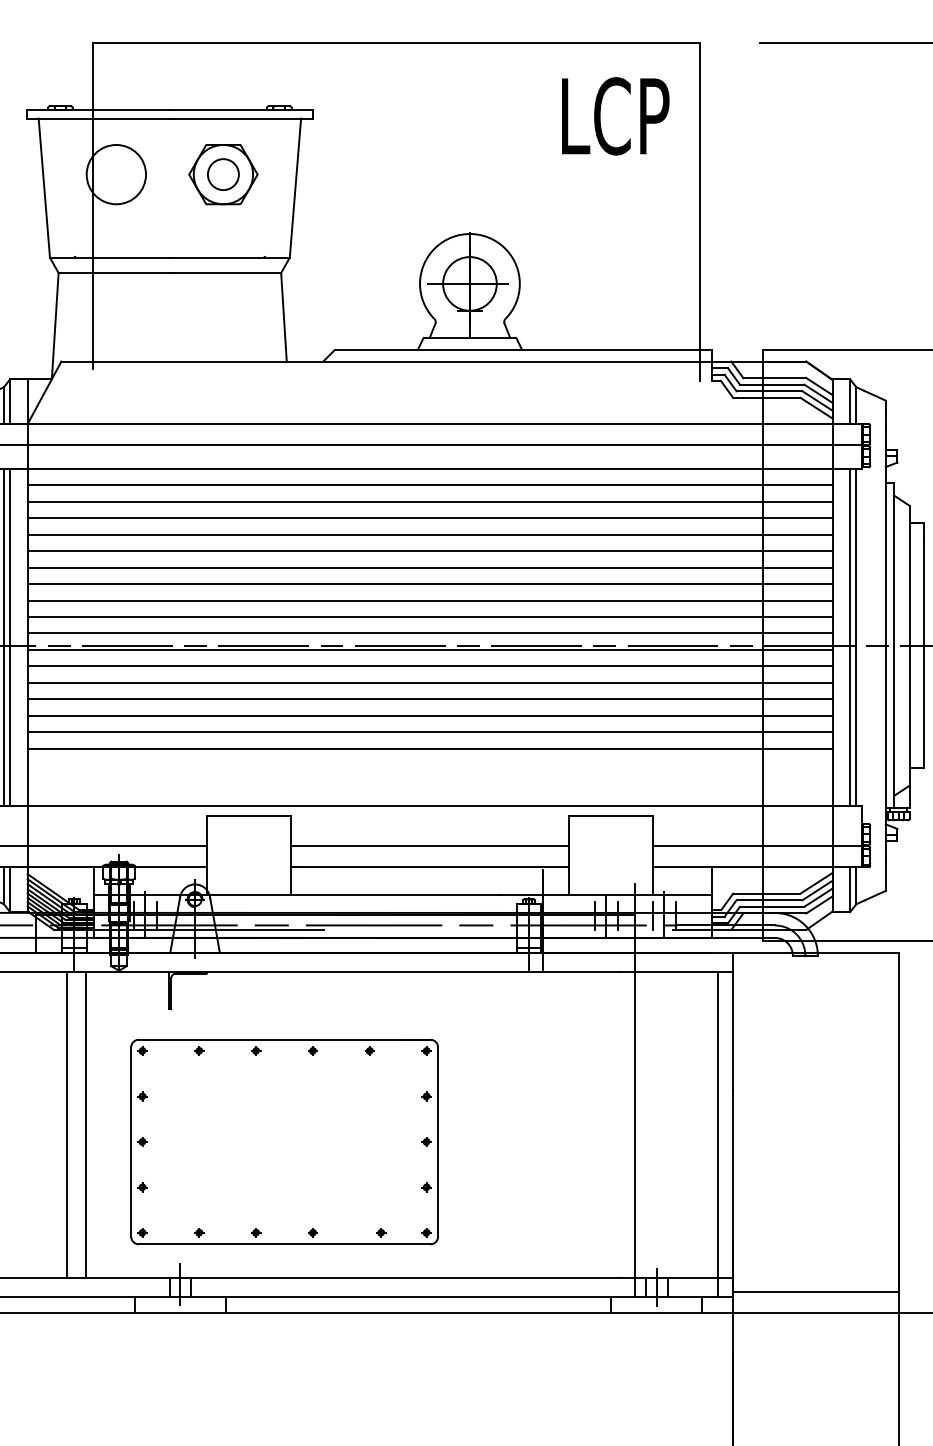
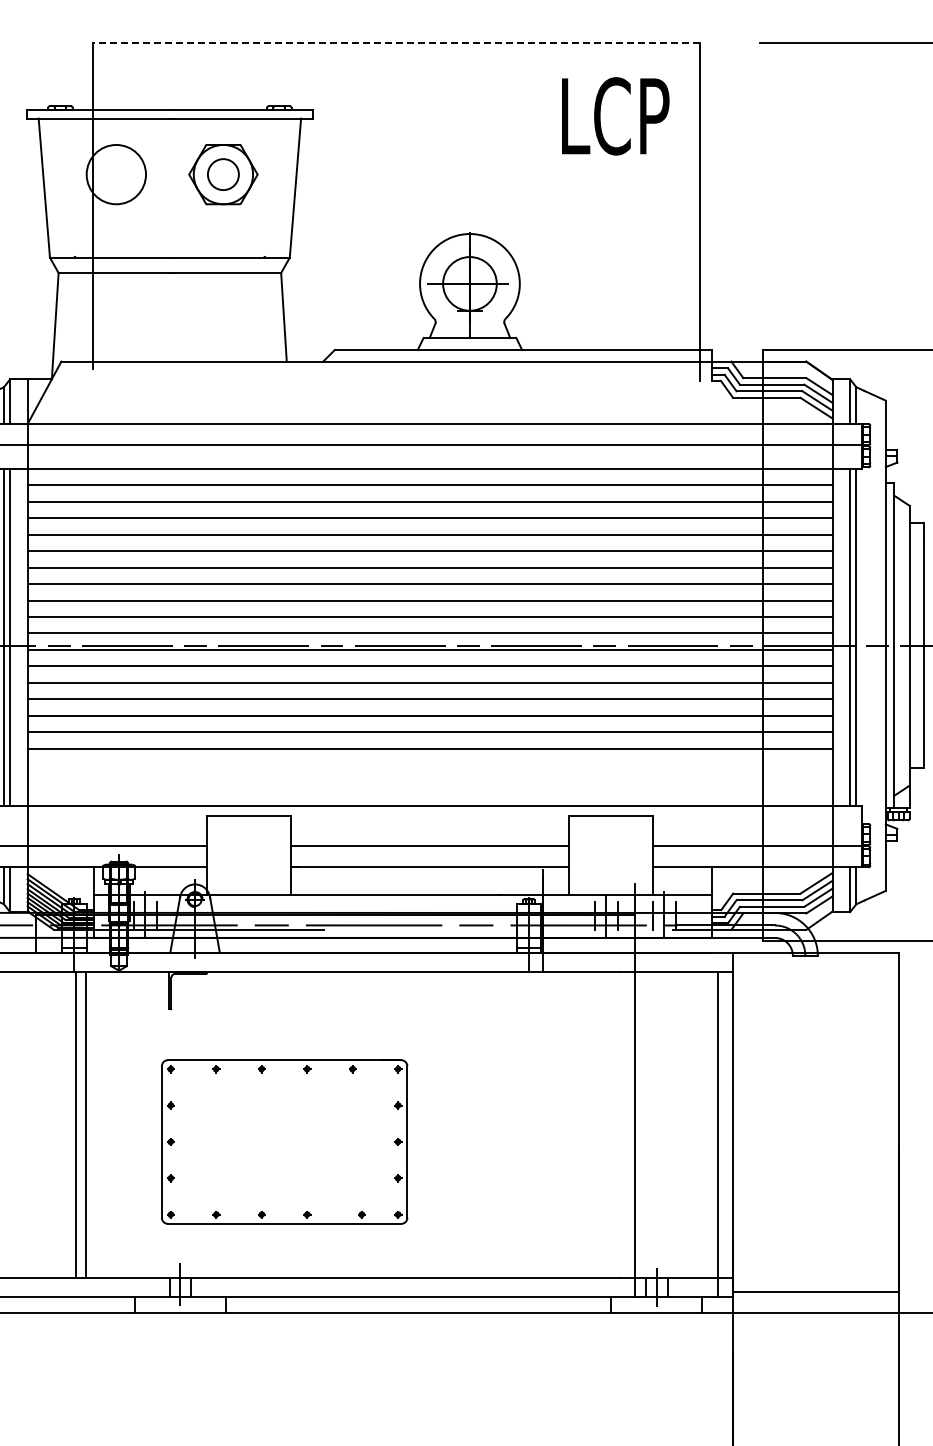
line at (395, 43): solid -> dashed
line at (66, 1124) position: (66, 1124) -> (75, 1124)
part at (284, 1141) size: 309x208 px -> 248x166 px
